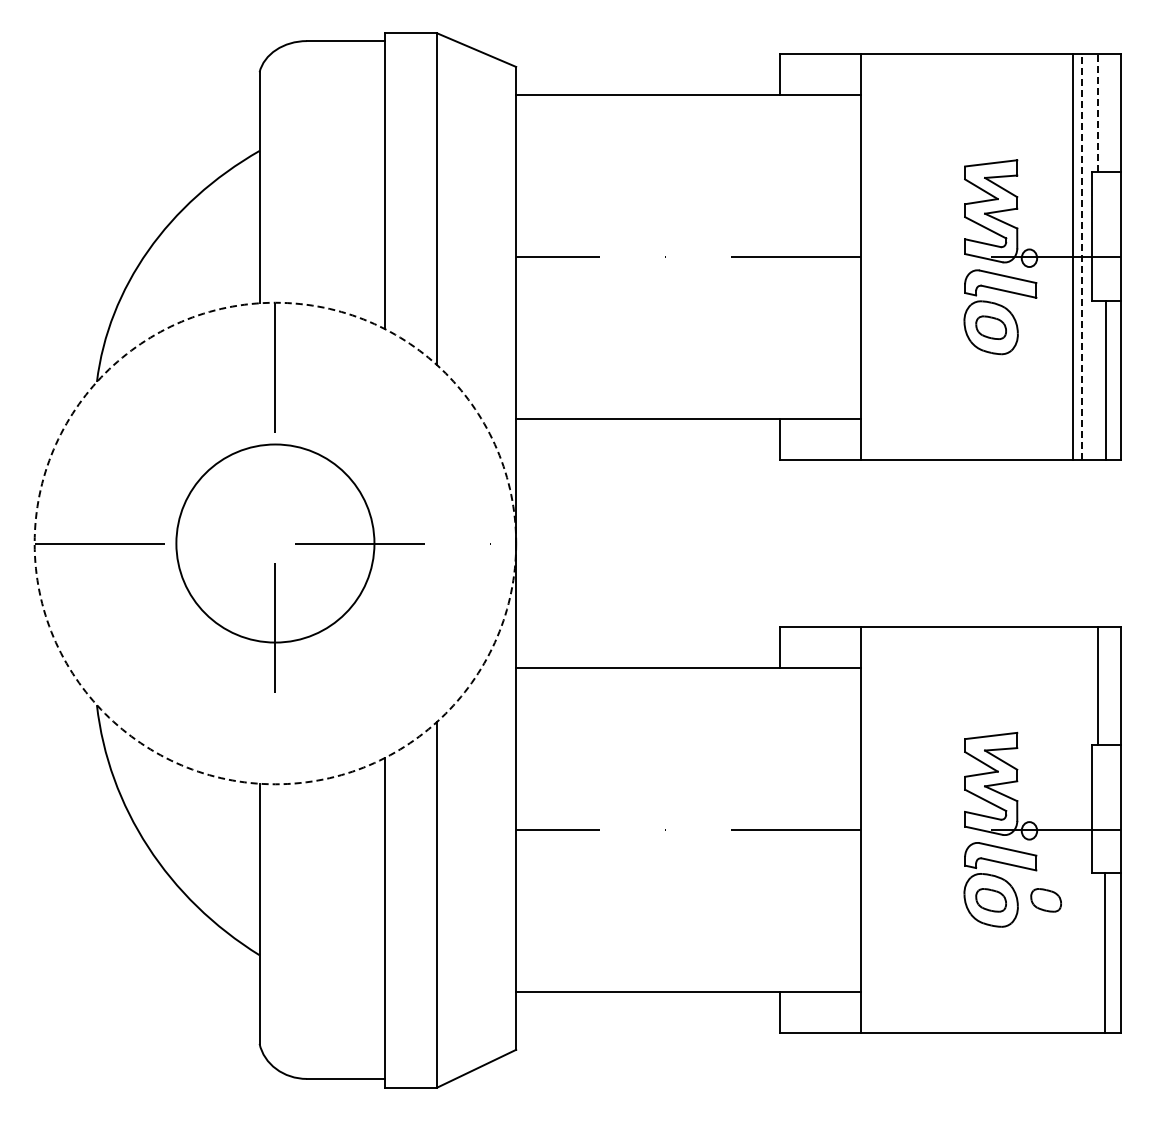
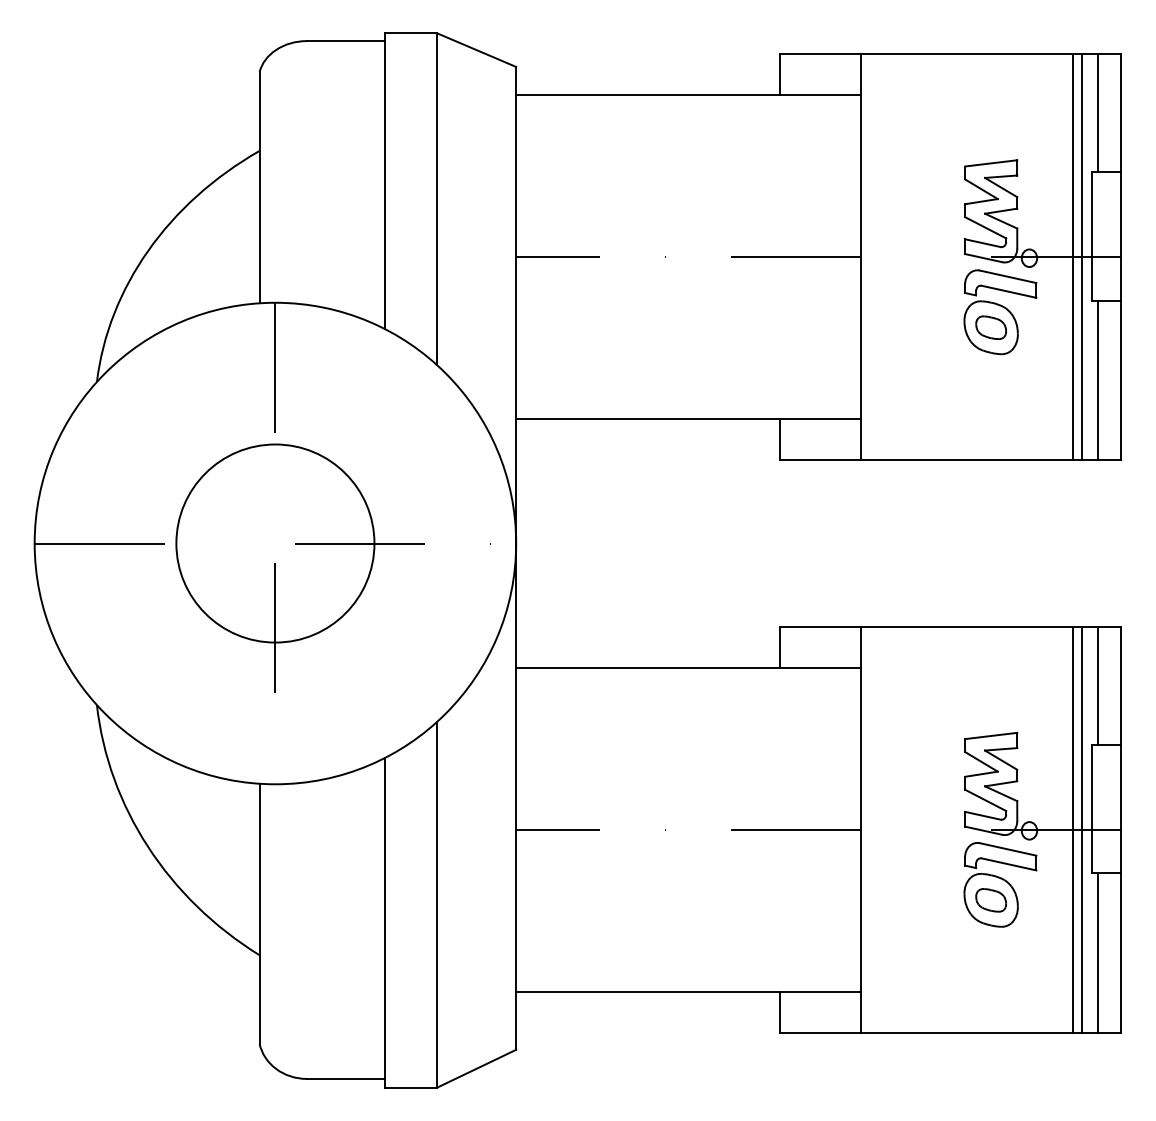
line at (1098, 112): dashed -> solid
line at (1081, 256): dashed -> solid
line at (1106, 380) position: (1106, 380) -> (1098, 380)
circle at (275, 543): dashed -> solid
line at (1073, 829): none -> present
line at (1081, 829): none -> present
part at (1045, 900): present -> none
line at (1105, 952) position: (1105, 952) -> (1098, 952)
